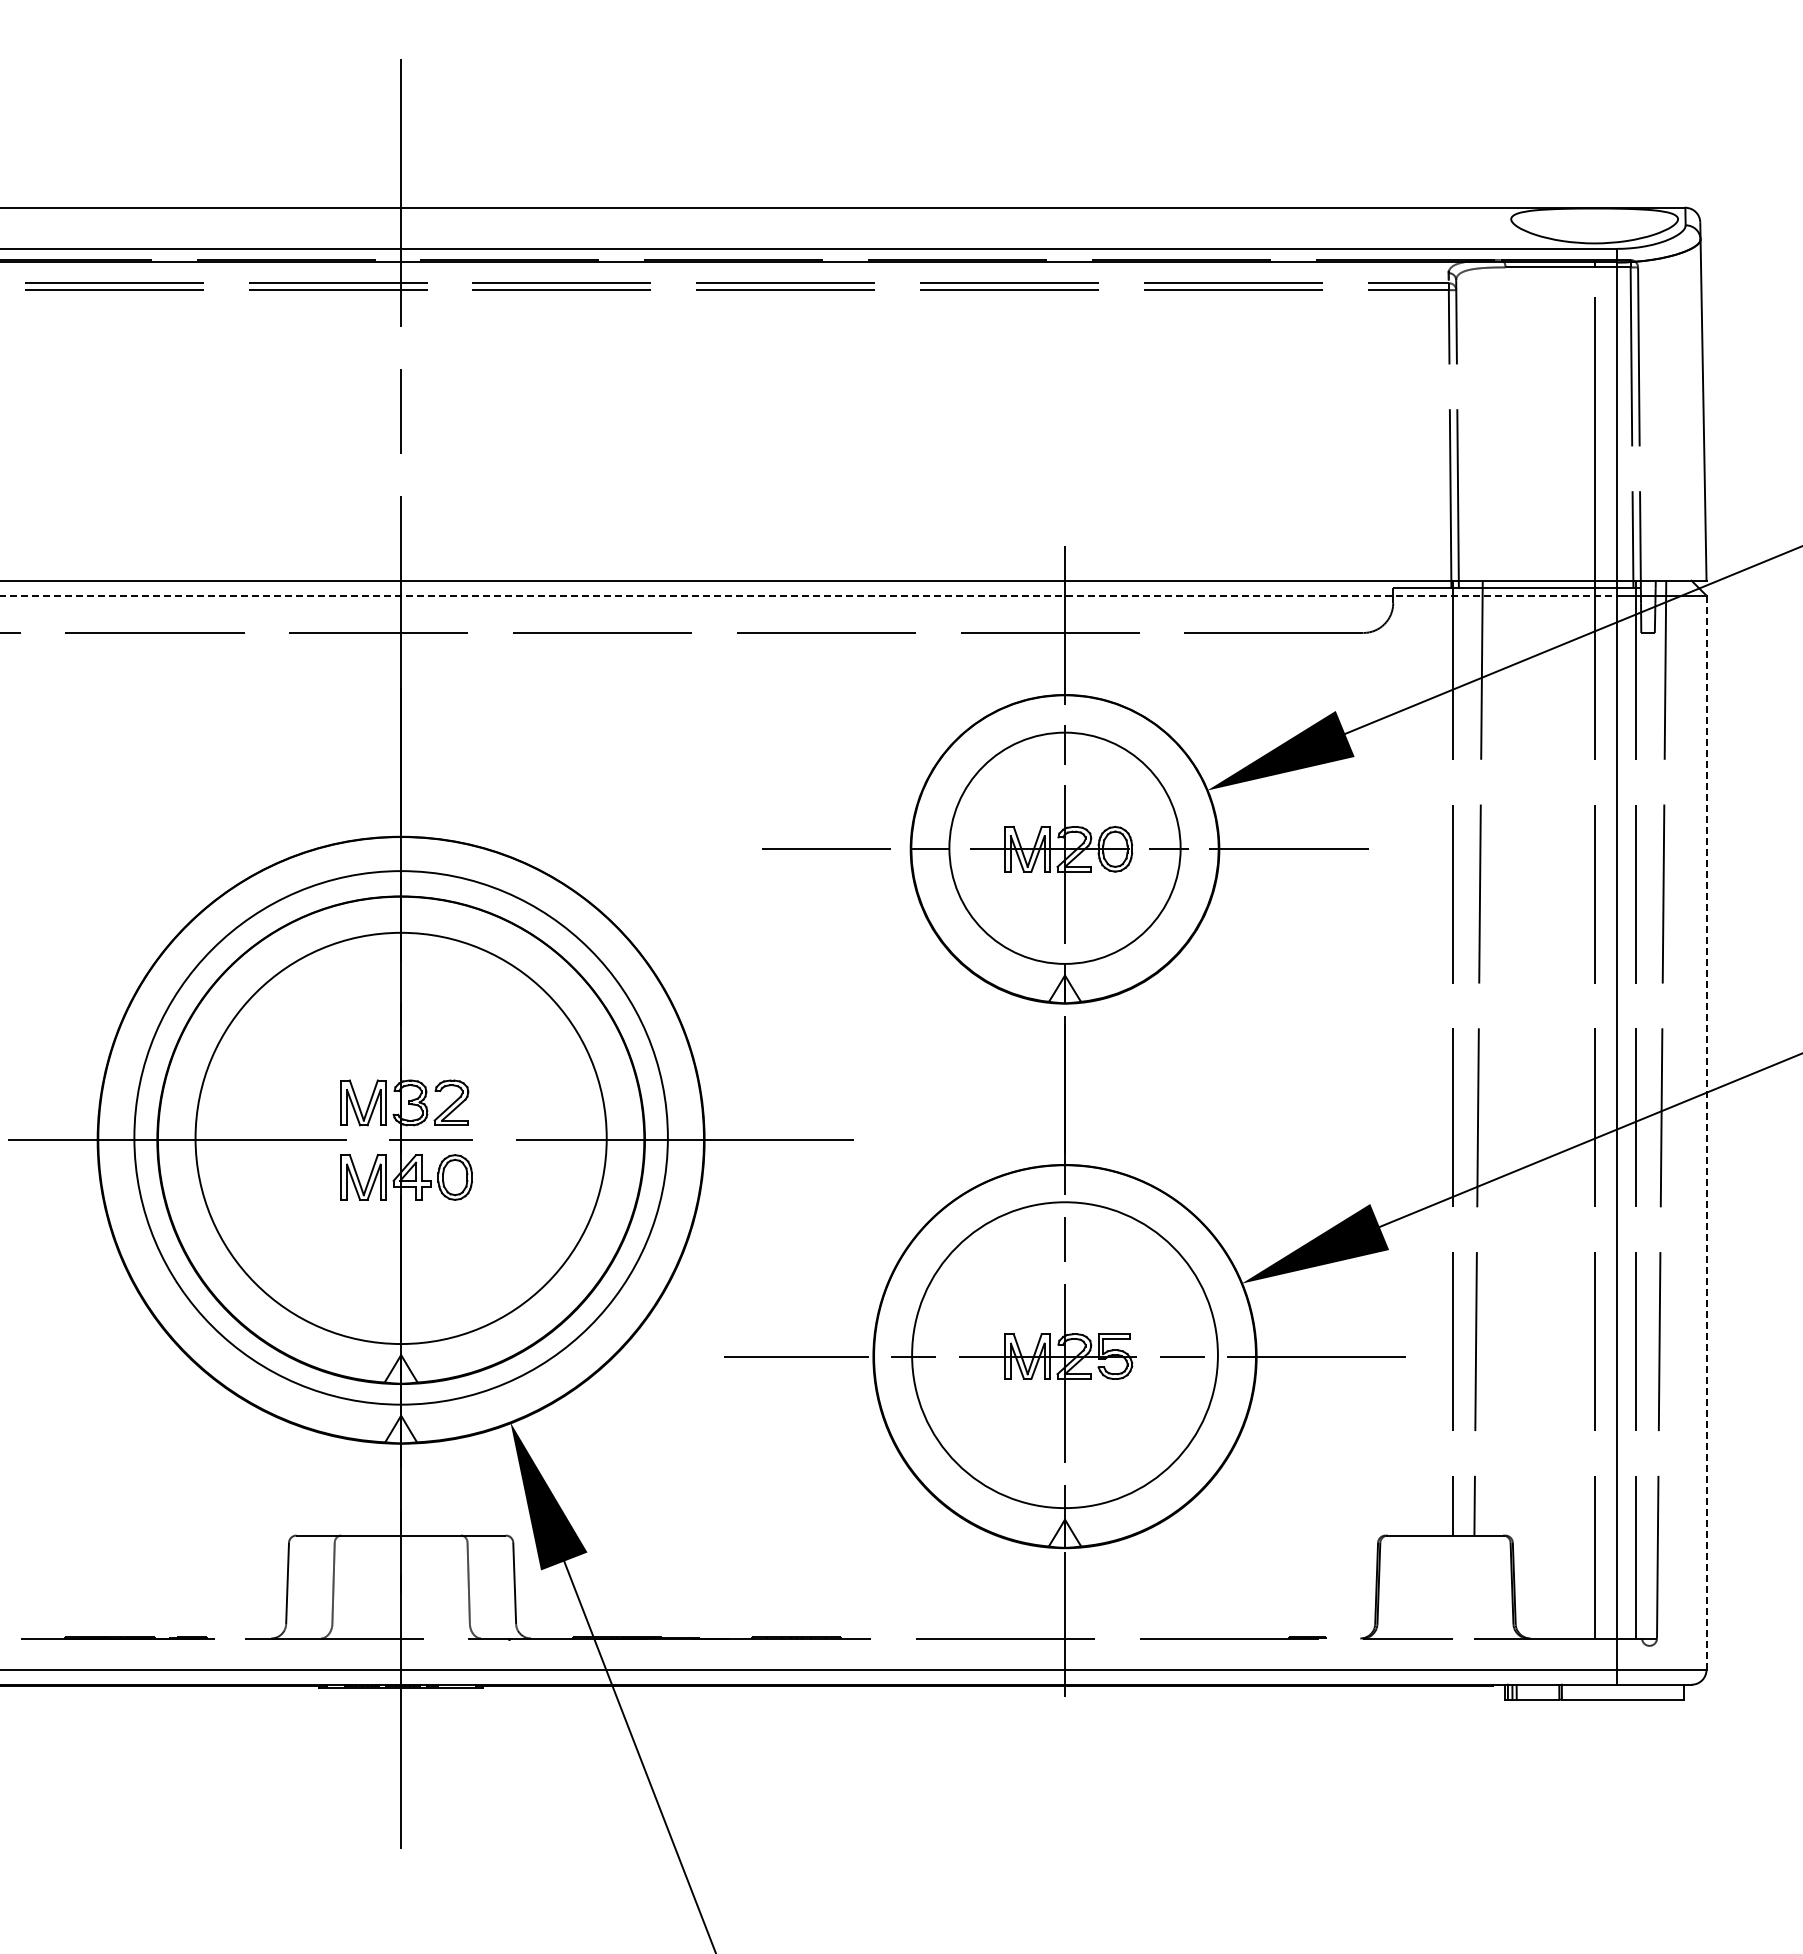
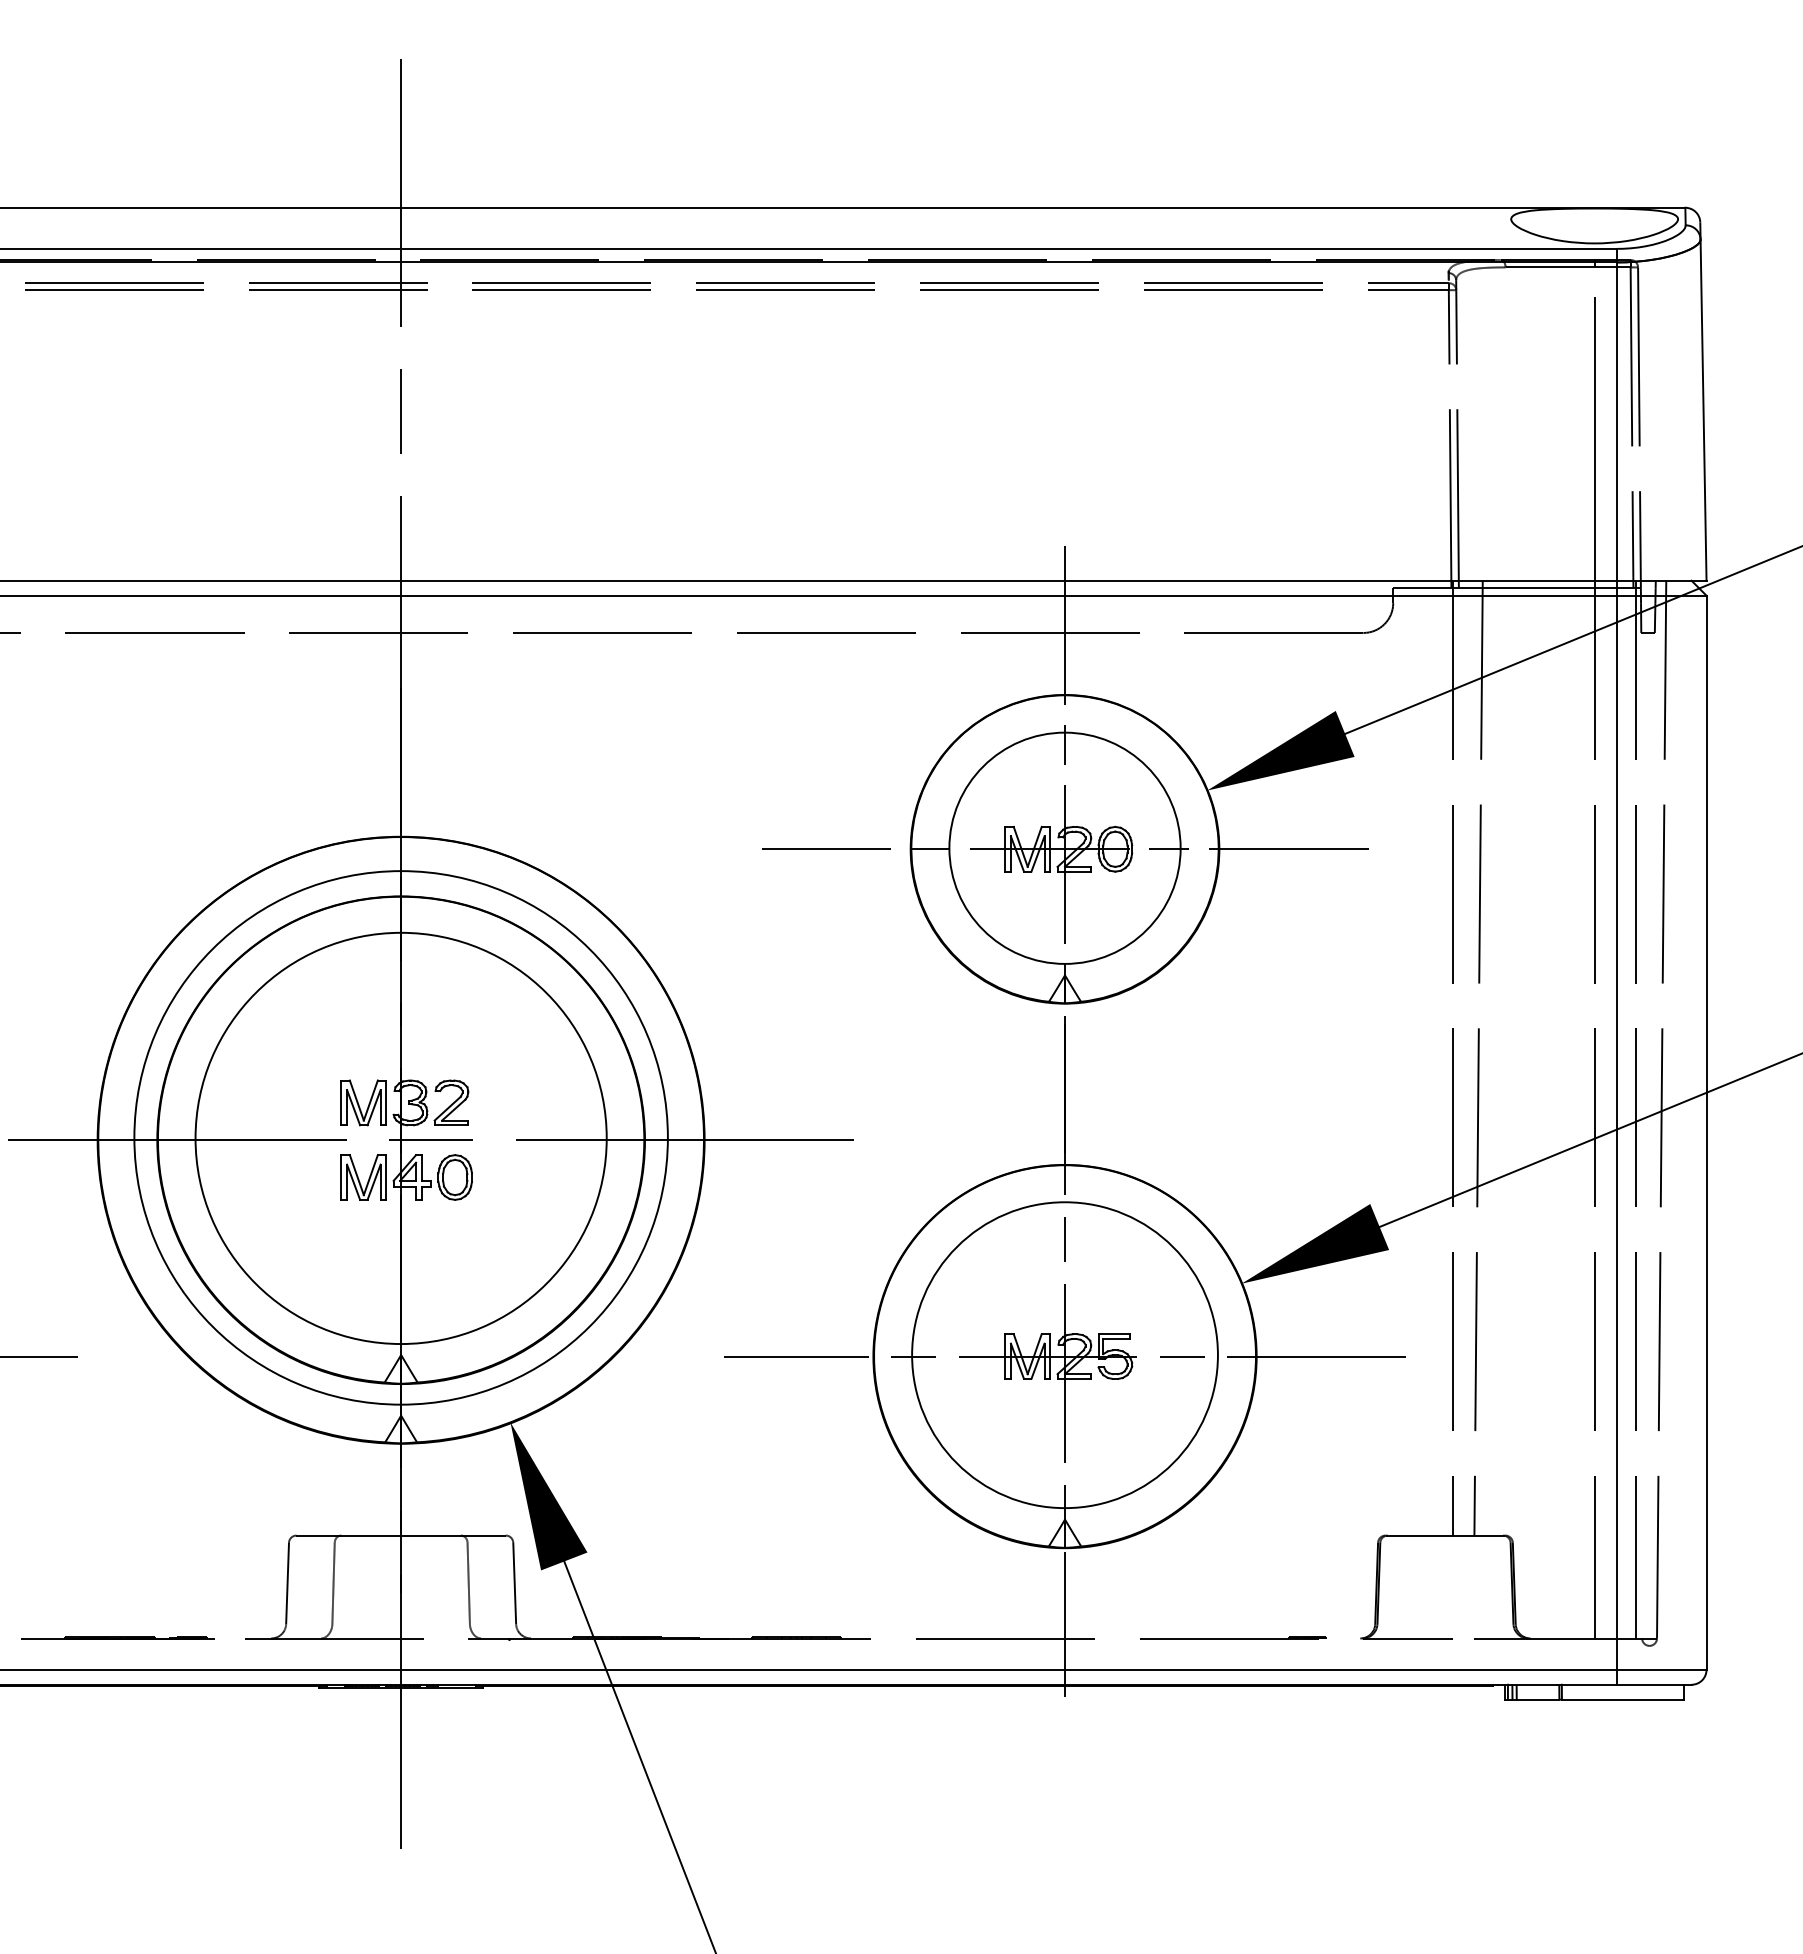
line at (809, 595): dashed -> solid
line at (1706, 1133): dashed -> solid
line at (40, 1356): none -> present
